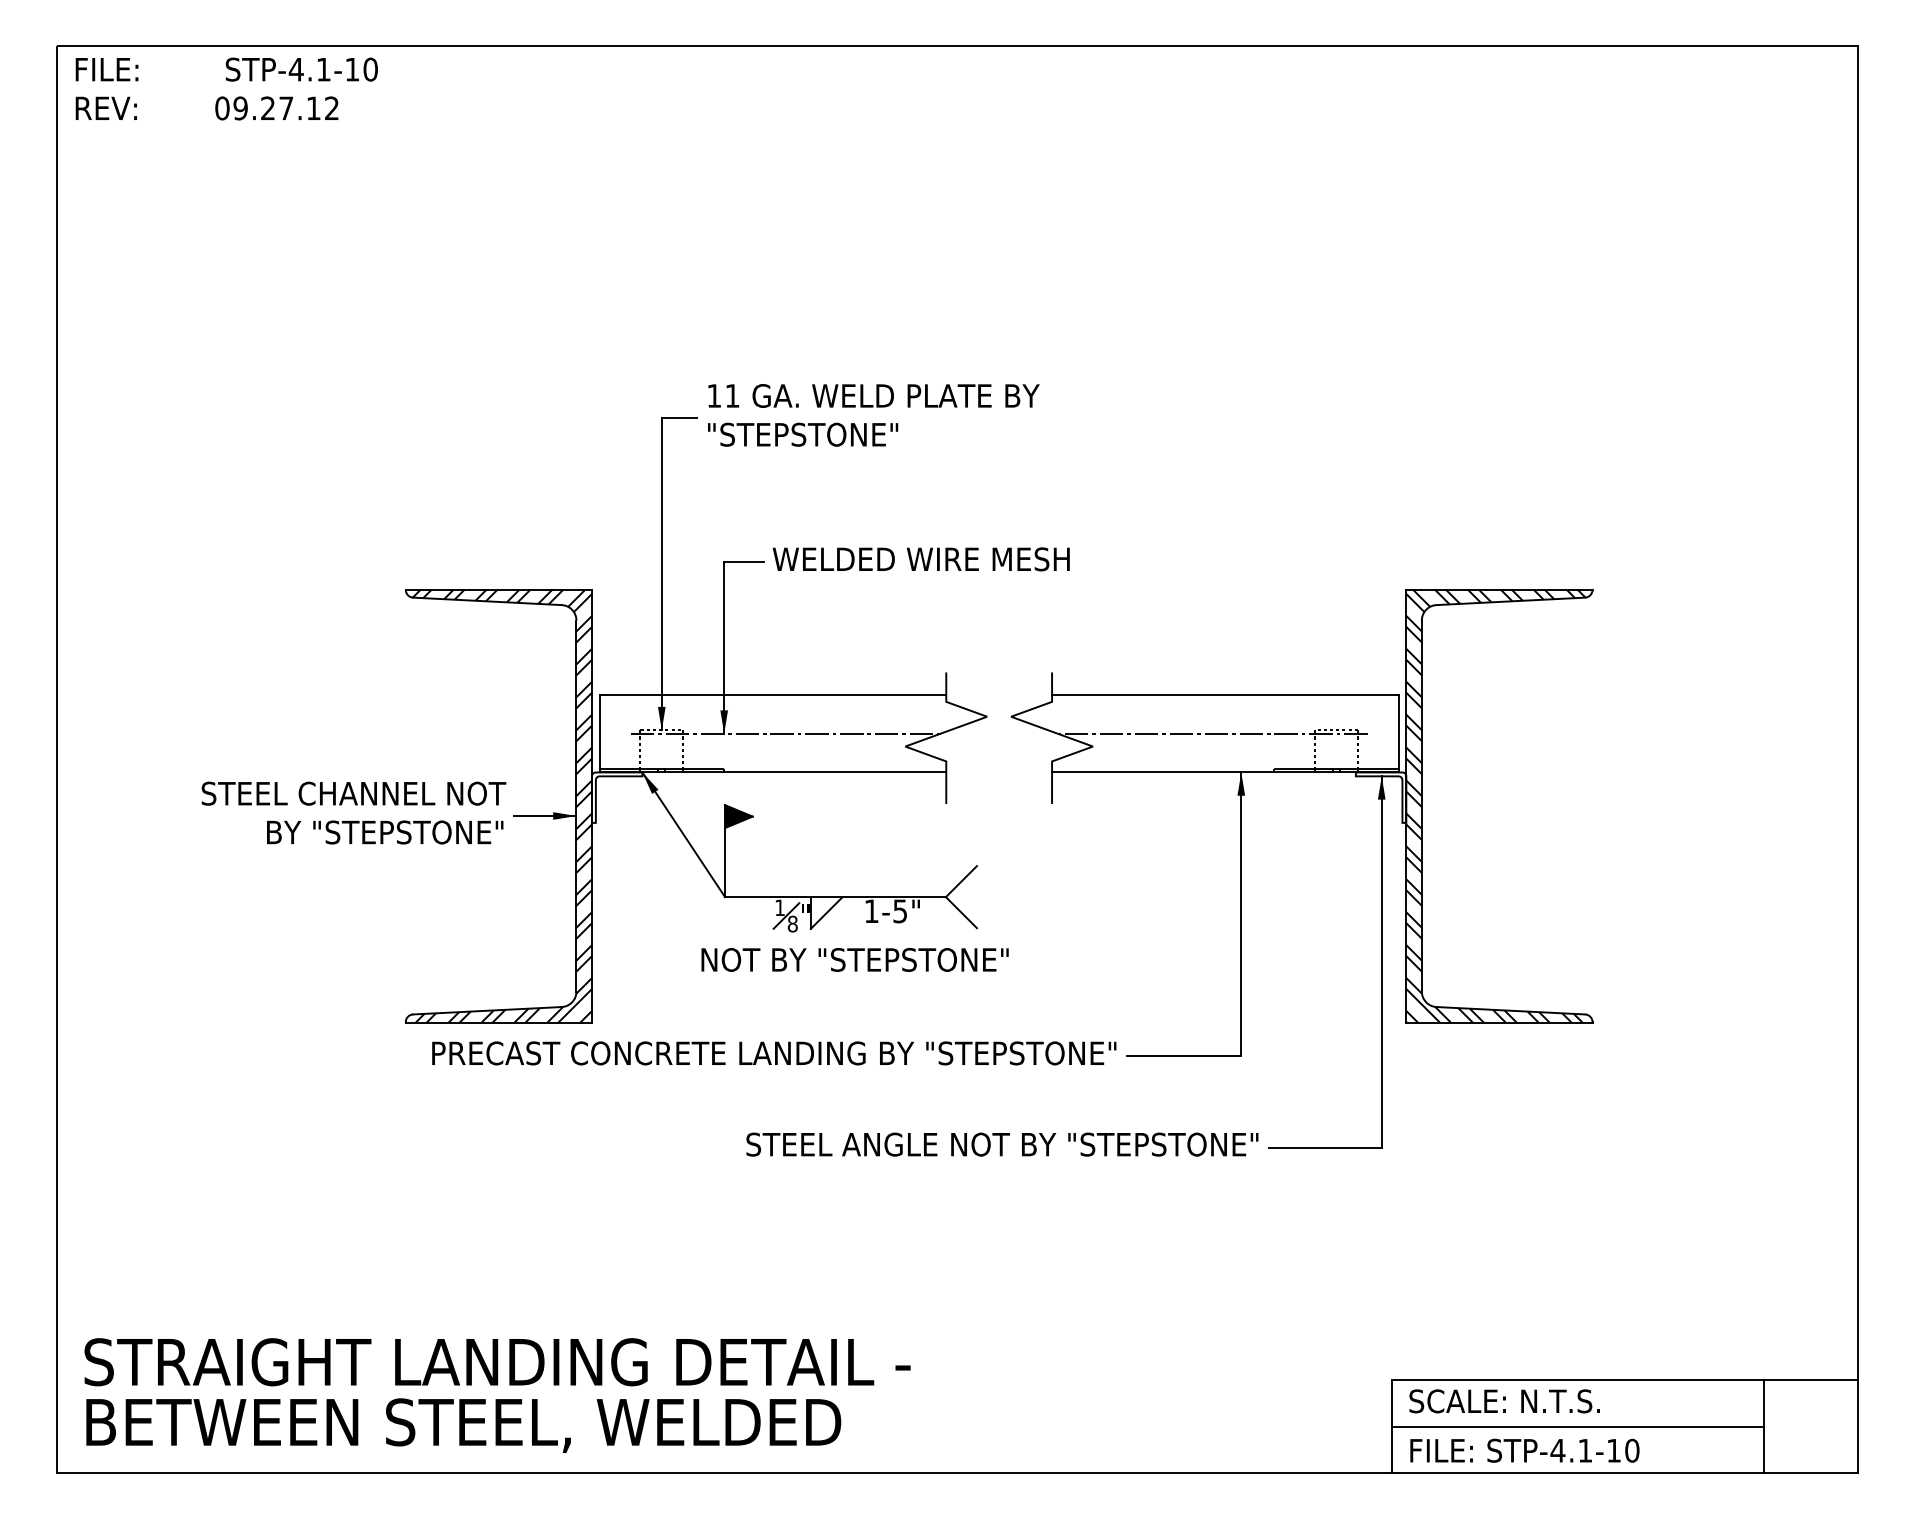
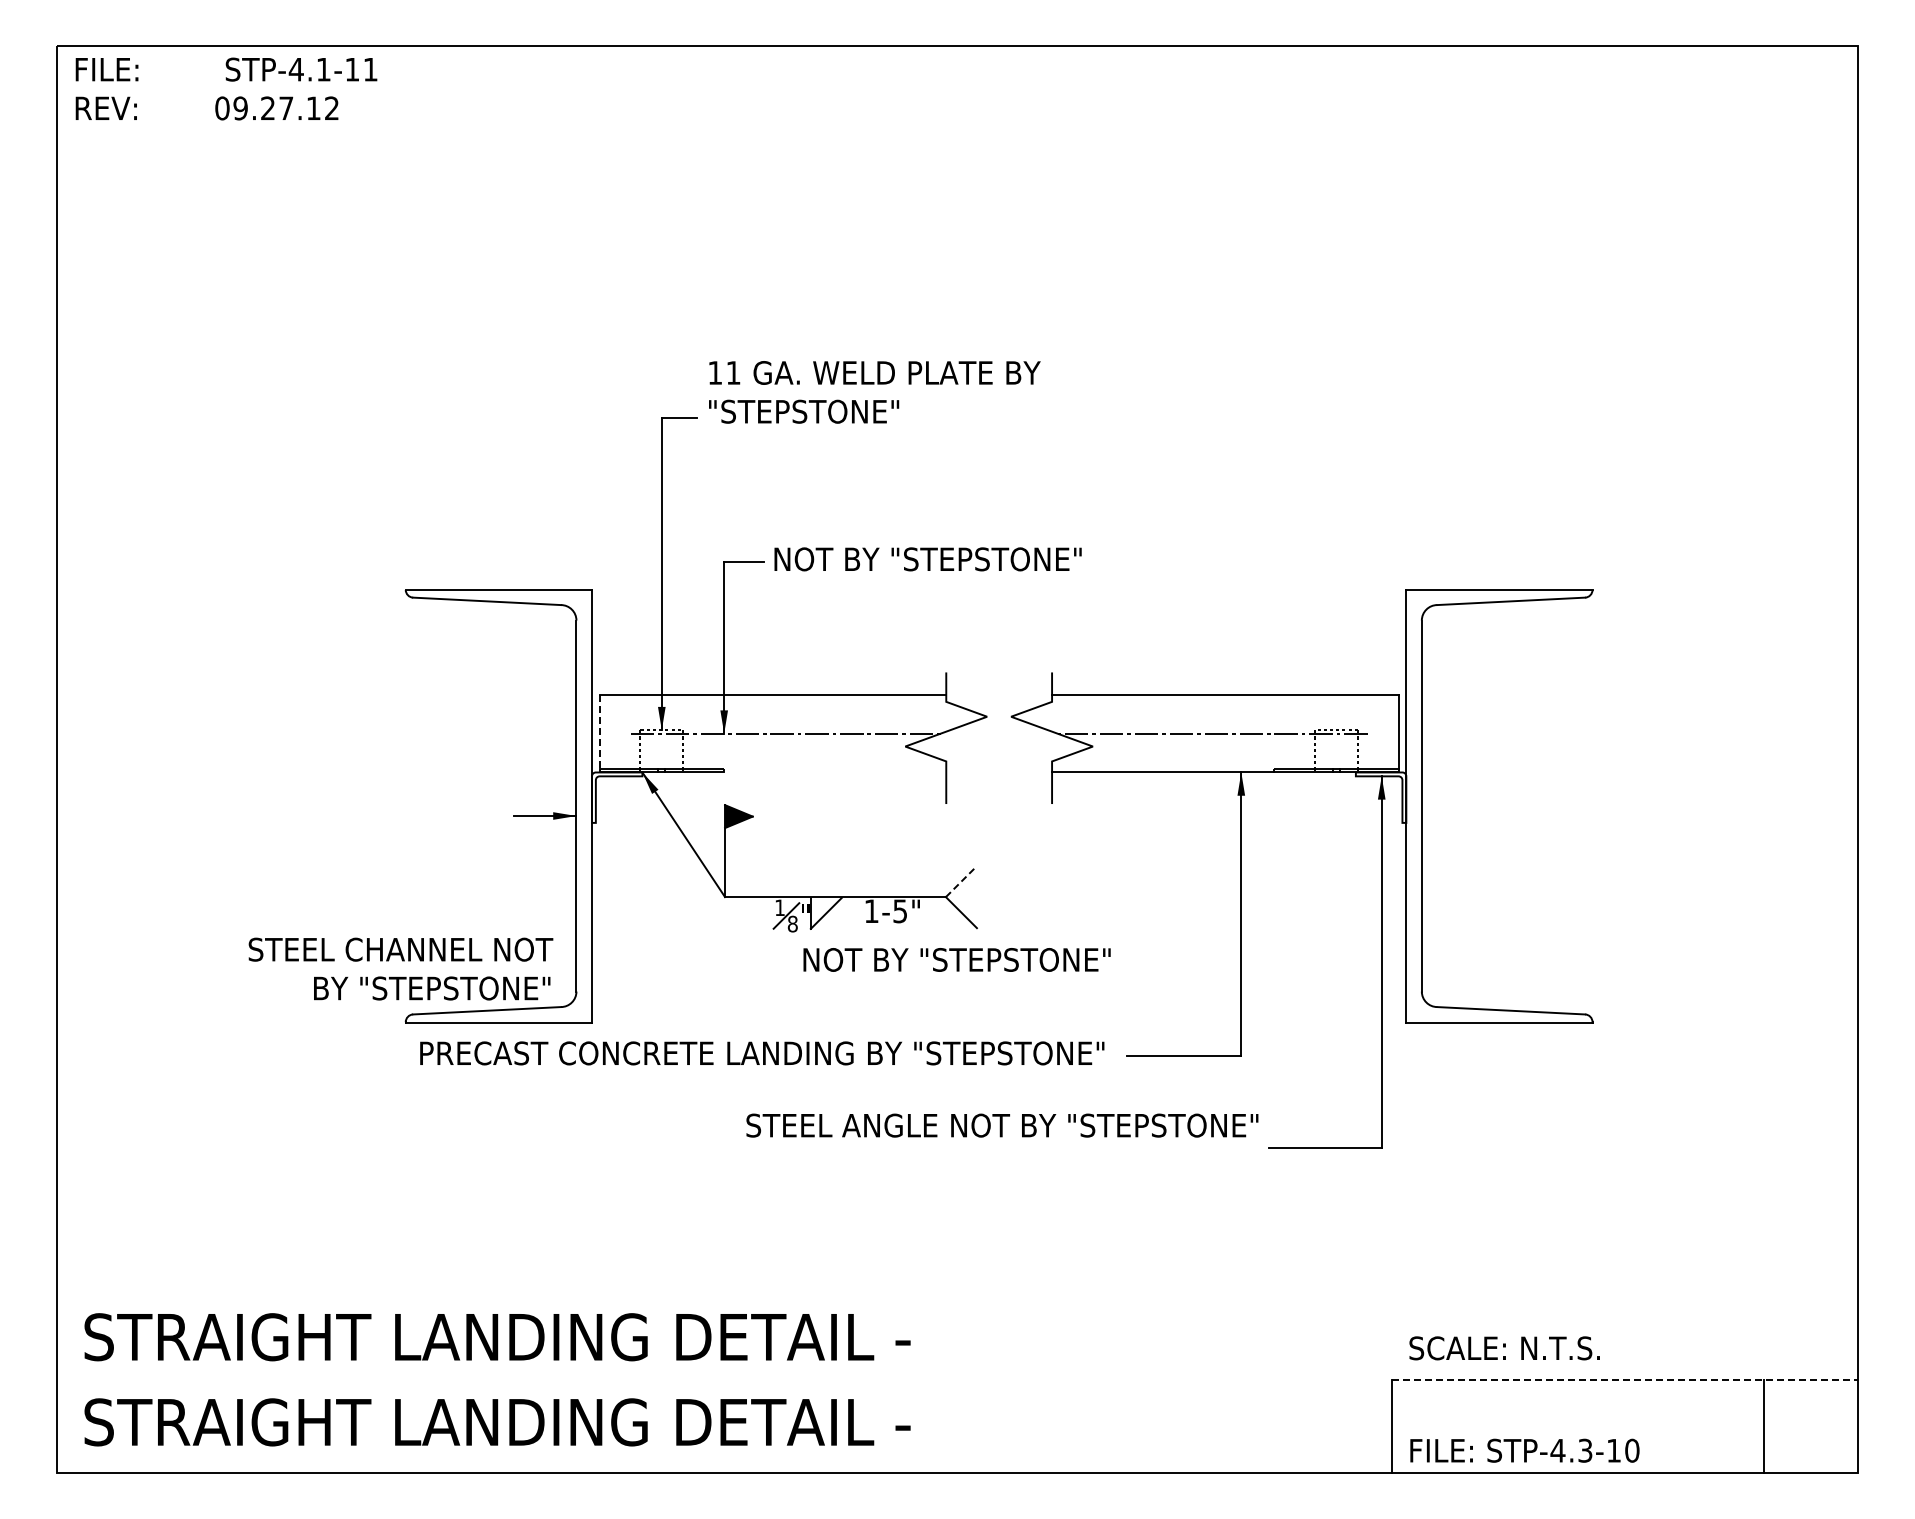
text at (370, 69): ^ISTP-4.1-10 -> ^ISTP-4.1-11
text at (873, 415) position: (873, 415) -> (874, 392)
text at (926, 559): WELDED WIRE MESH -> NOT BY "STEPSTONE"
line at (599, 732): solid -> dashed
line at (834, 772): present -> none
hatch at (501, 805): present -> none
hatch at (1495, 805): present -> none
text at (353, 812) position: (353, 812) -> (400, 968)
line at (961, 881): solid -> dashed
text at (854, 959) position: (854, 959) -> (956, 959)
text at (774, 1053) position: (774, 1053) -> (762, 1053)
text at (1002, 1144) position: (1002, 1144) -> (1002, 1125)
text at (497, 1362) position: (497, 1362) -> (497, 1337)
line at (1624, 1380): solid -> dashed
text at (1504, 1401) position: (1504, 1401) -> (1504, 1348)
text at (497, 1425): BETWEEN STEEL, WELDED -> STRAIGHT LANDING DETAIL -
line at (1578, 1426): present -> none
text at (1585, 1450): STP-4.1-10 -> STP-4.3-10
